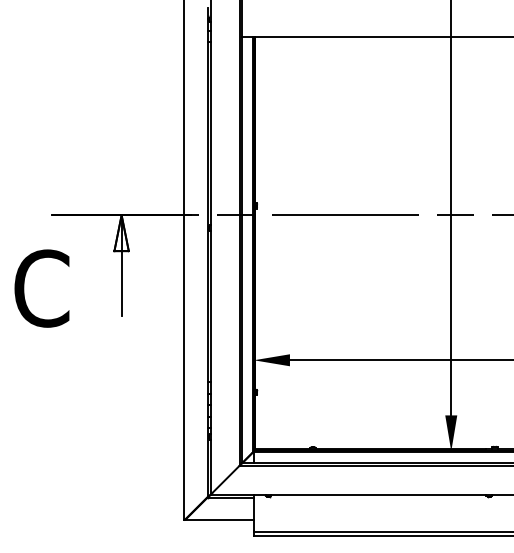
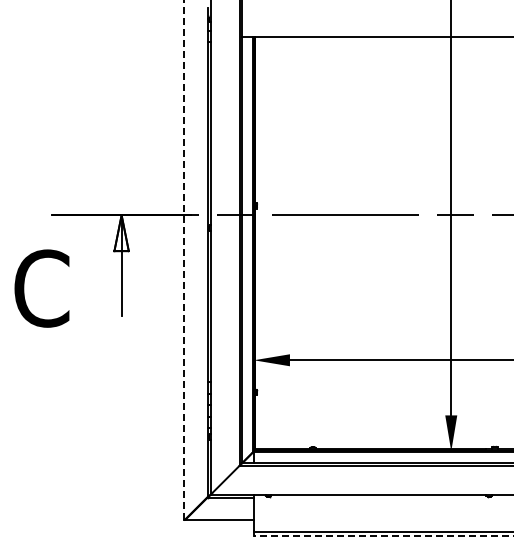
line at (184, 260): solid -> dashed
line at (383, 536): solid -> dashed
